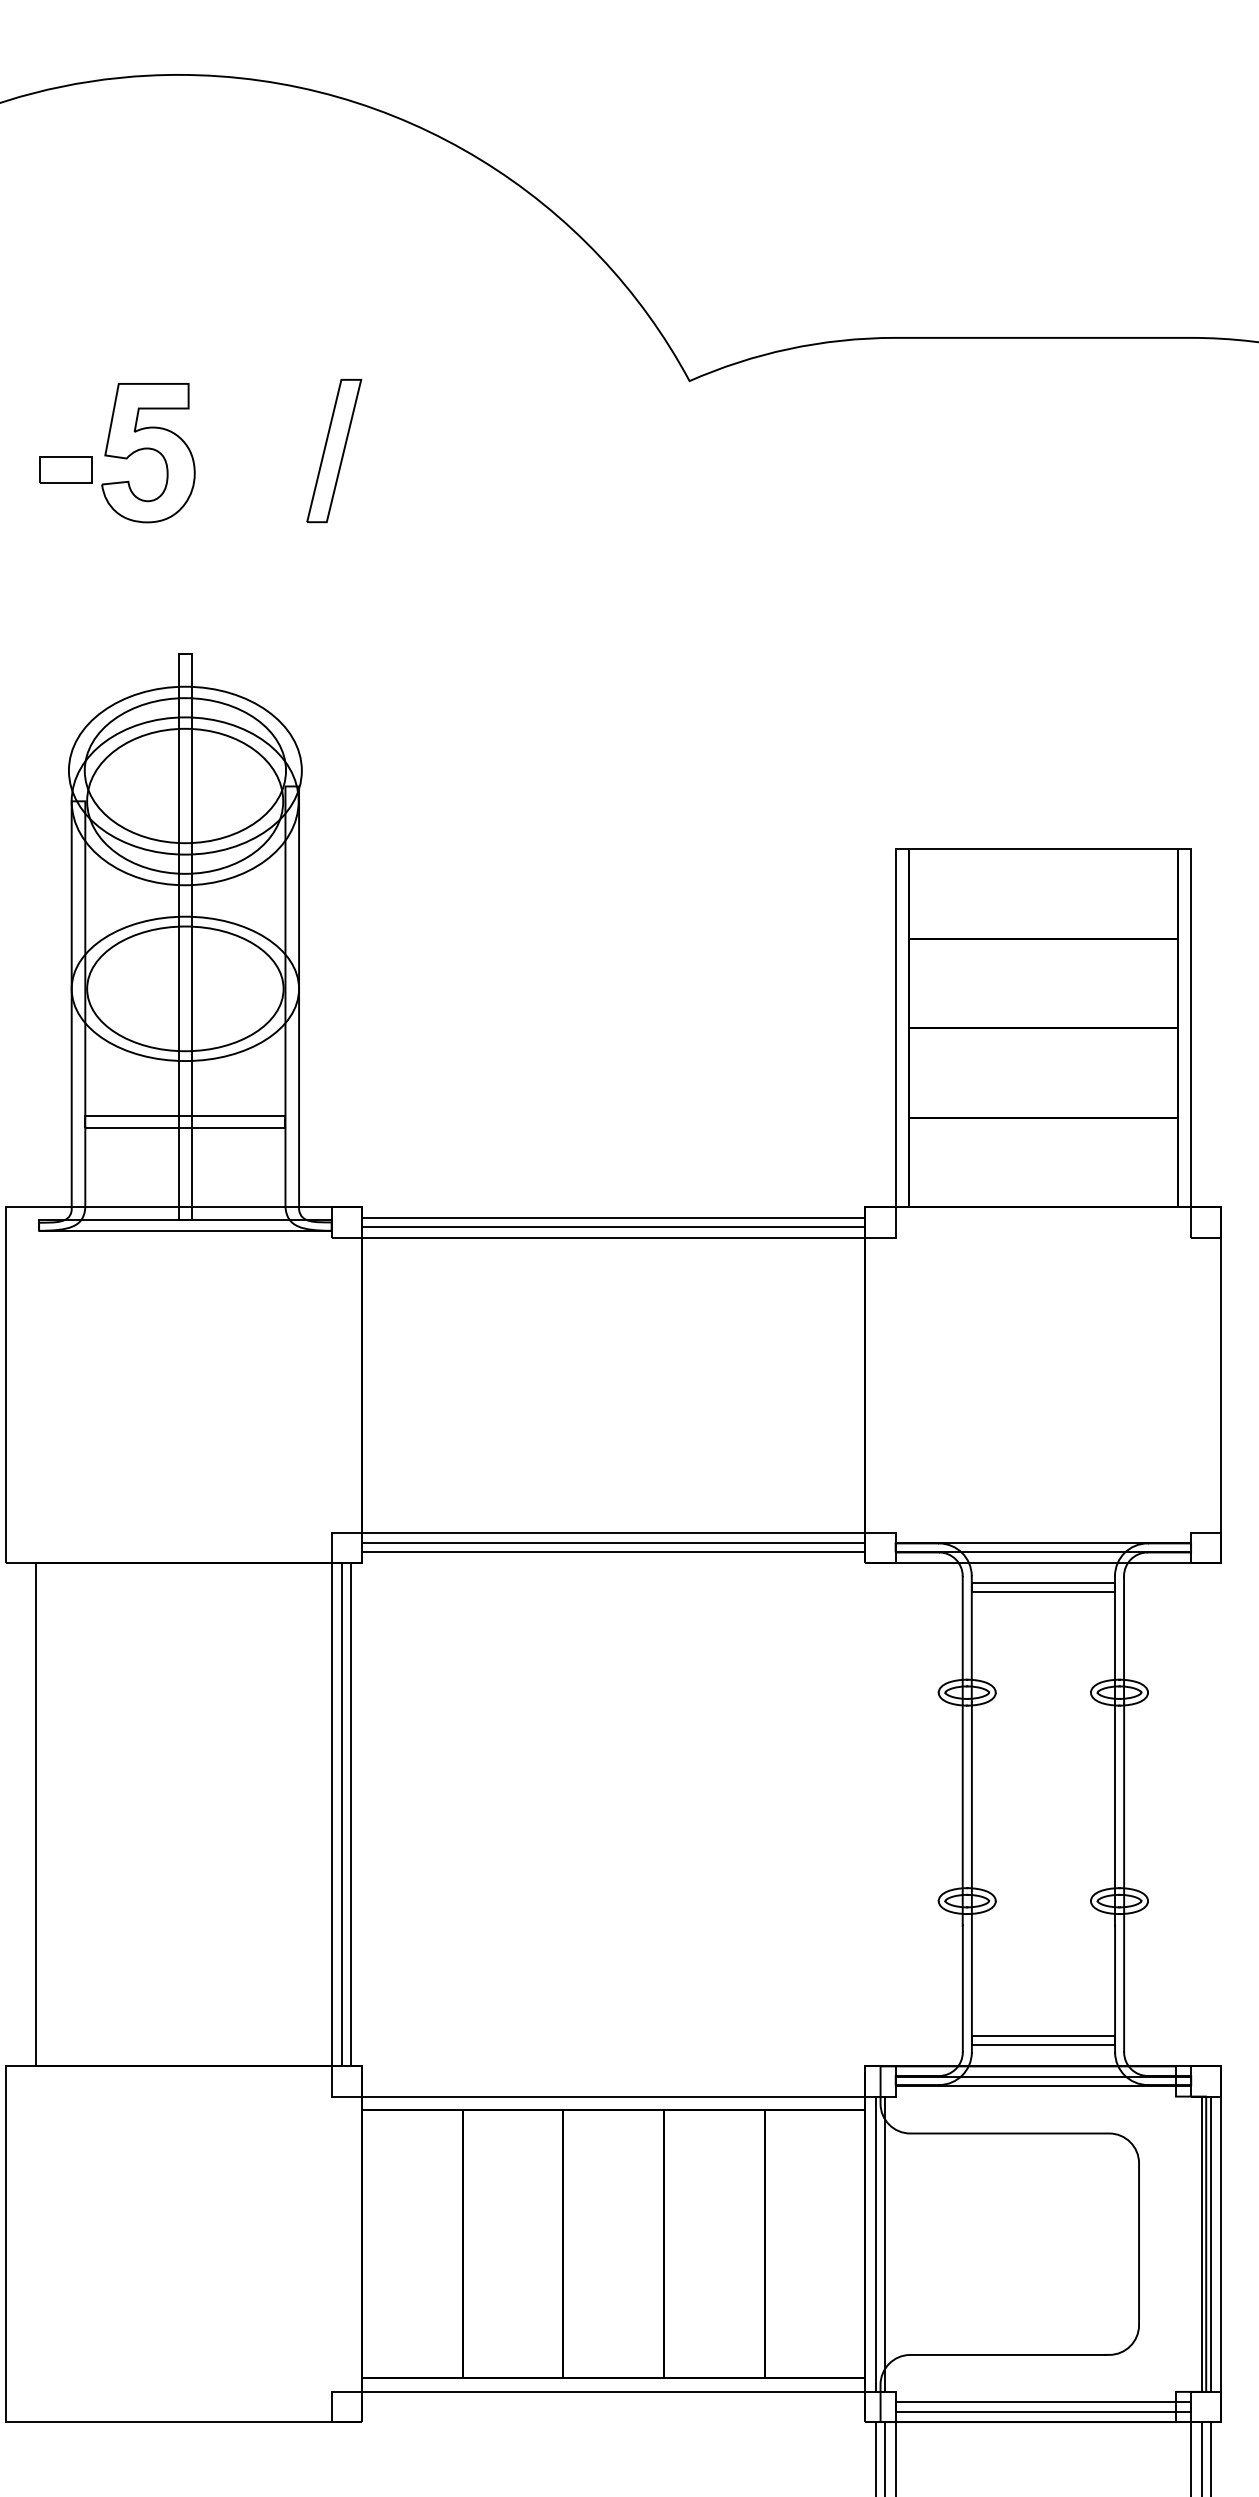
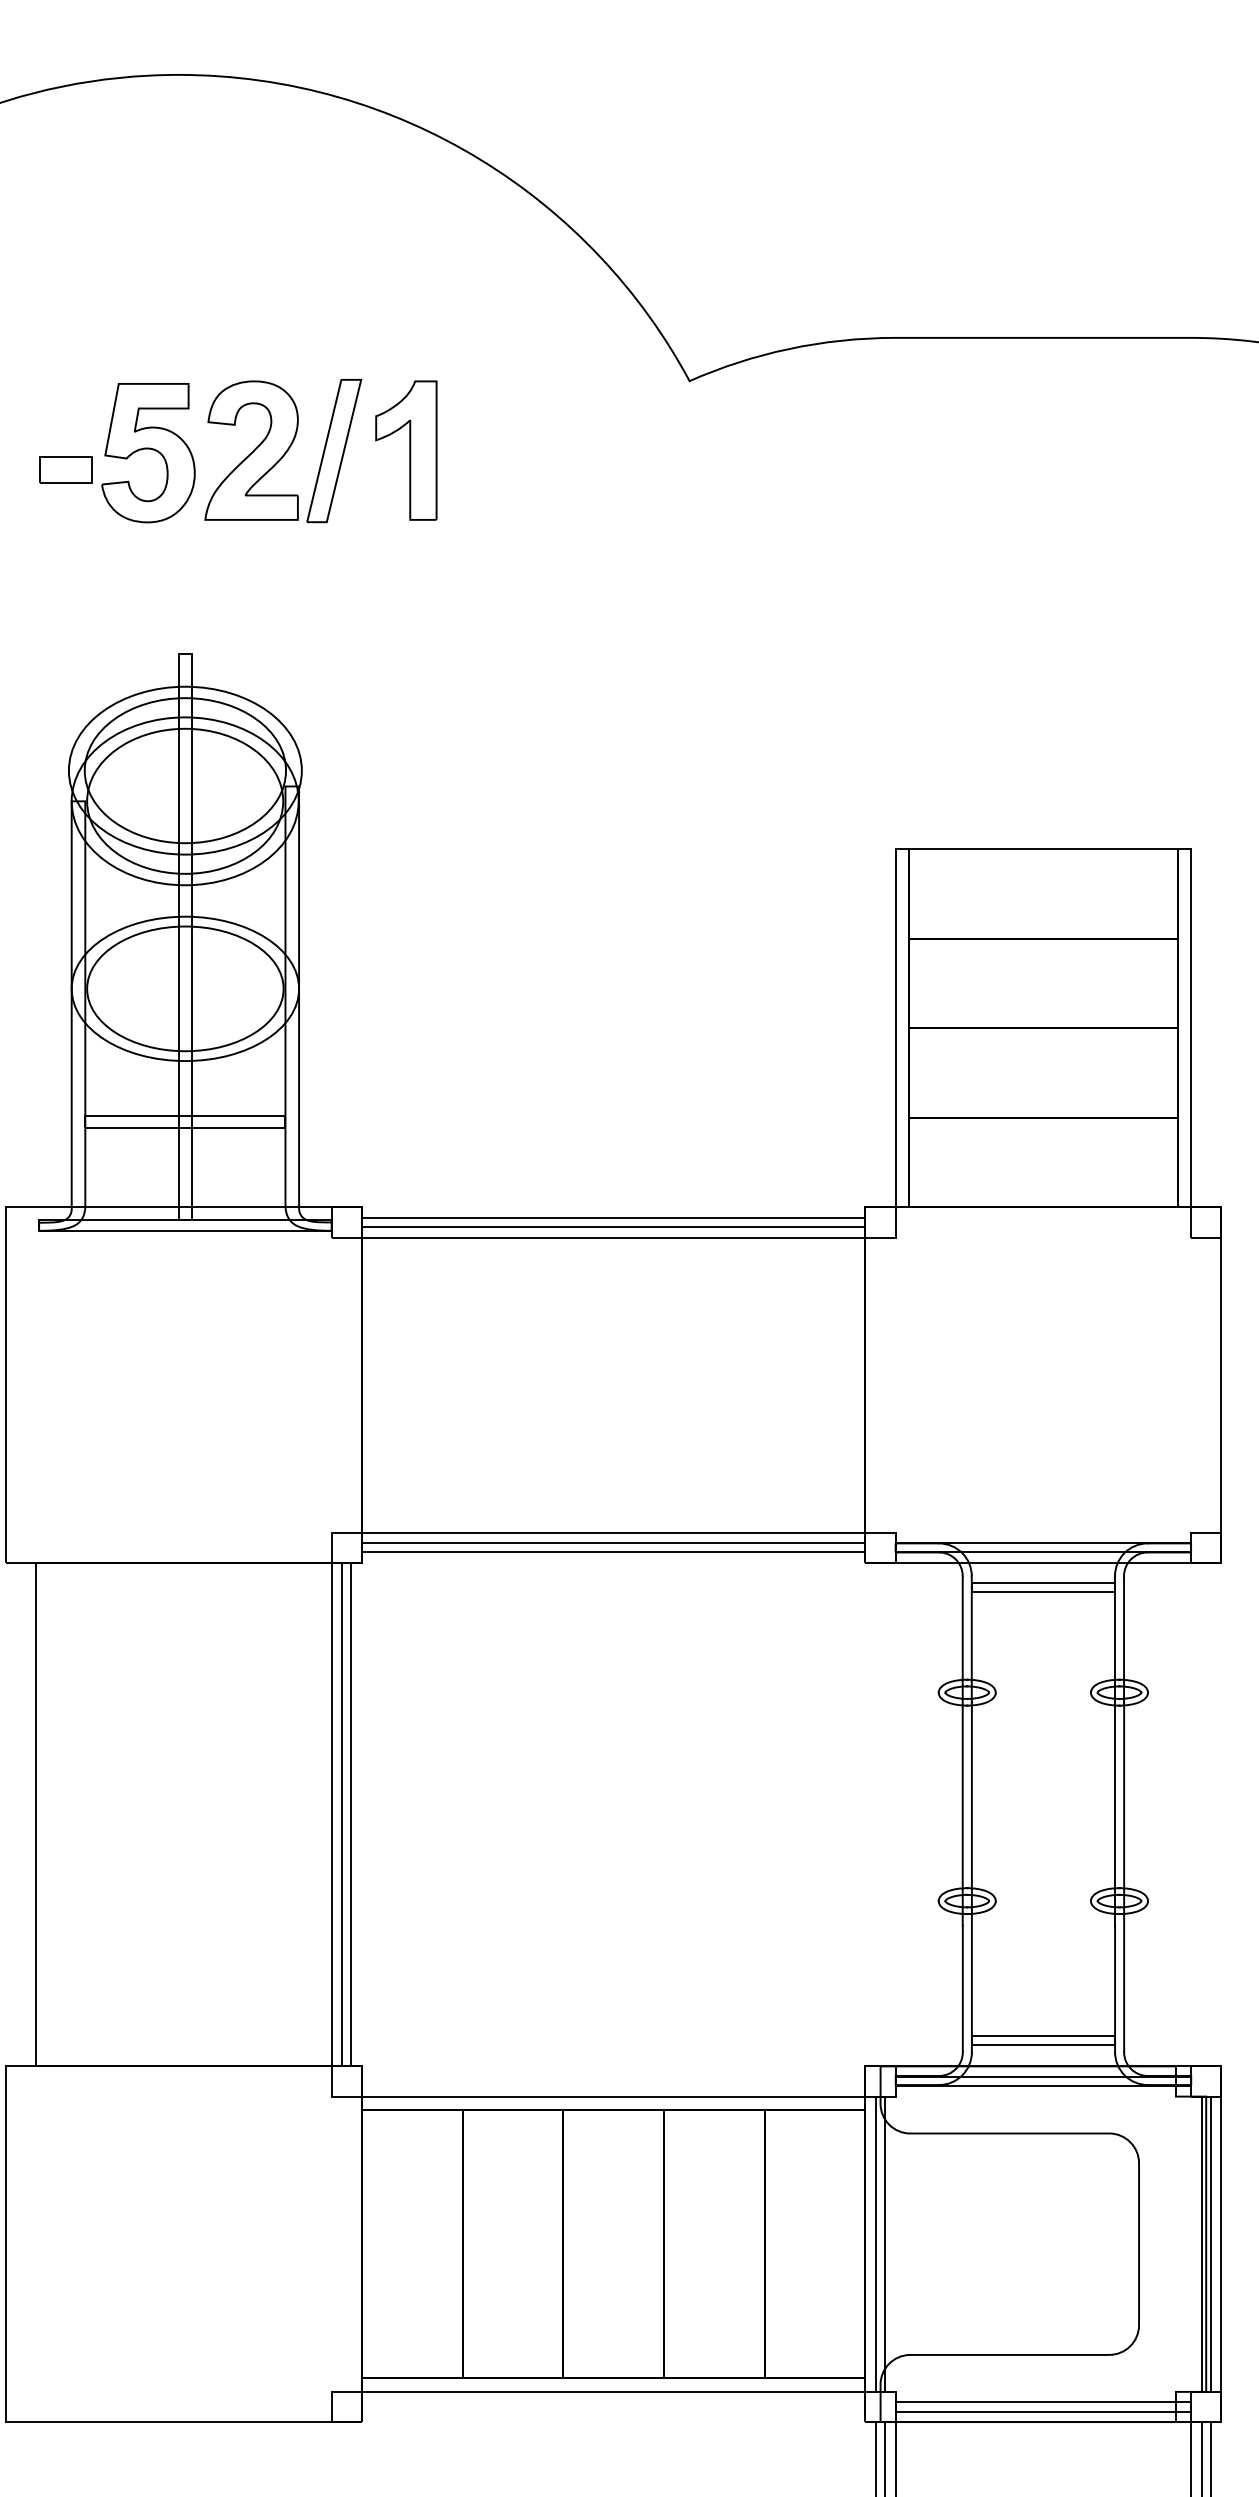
part at (251, 450): none -> present
part at (406, 450): none -> present
